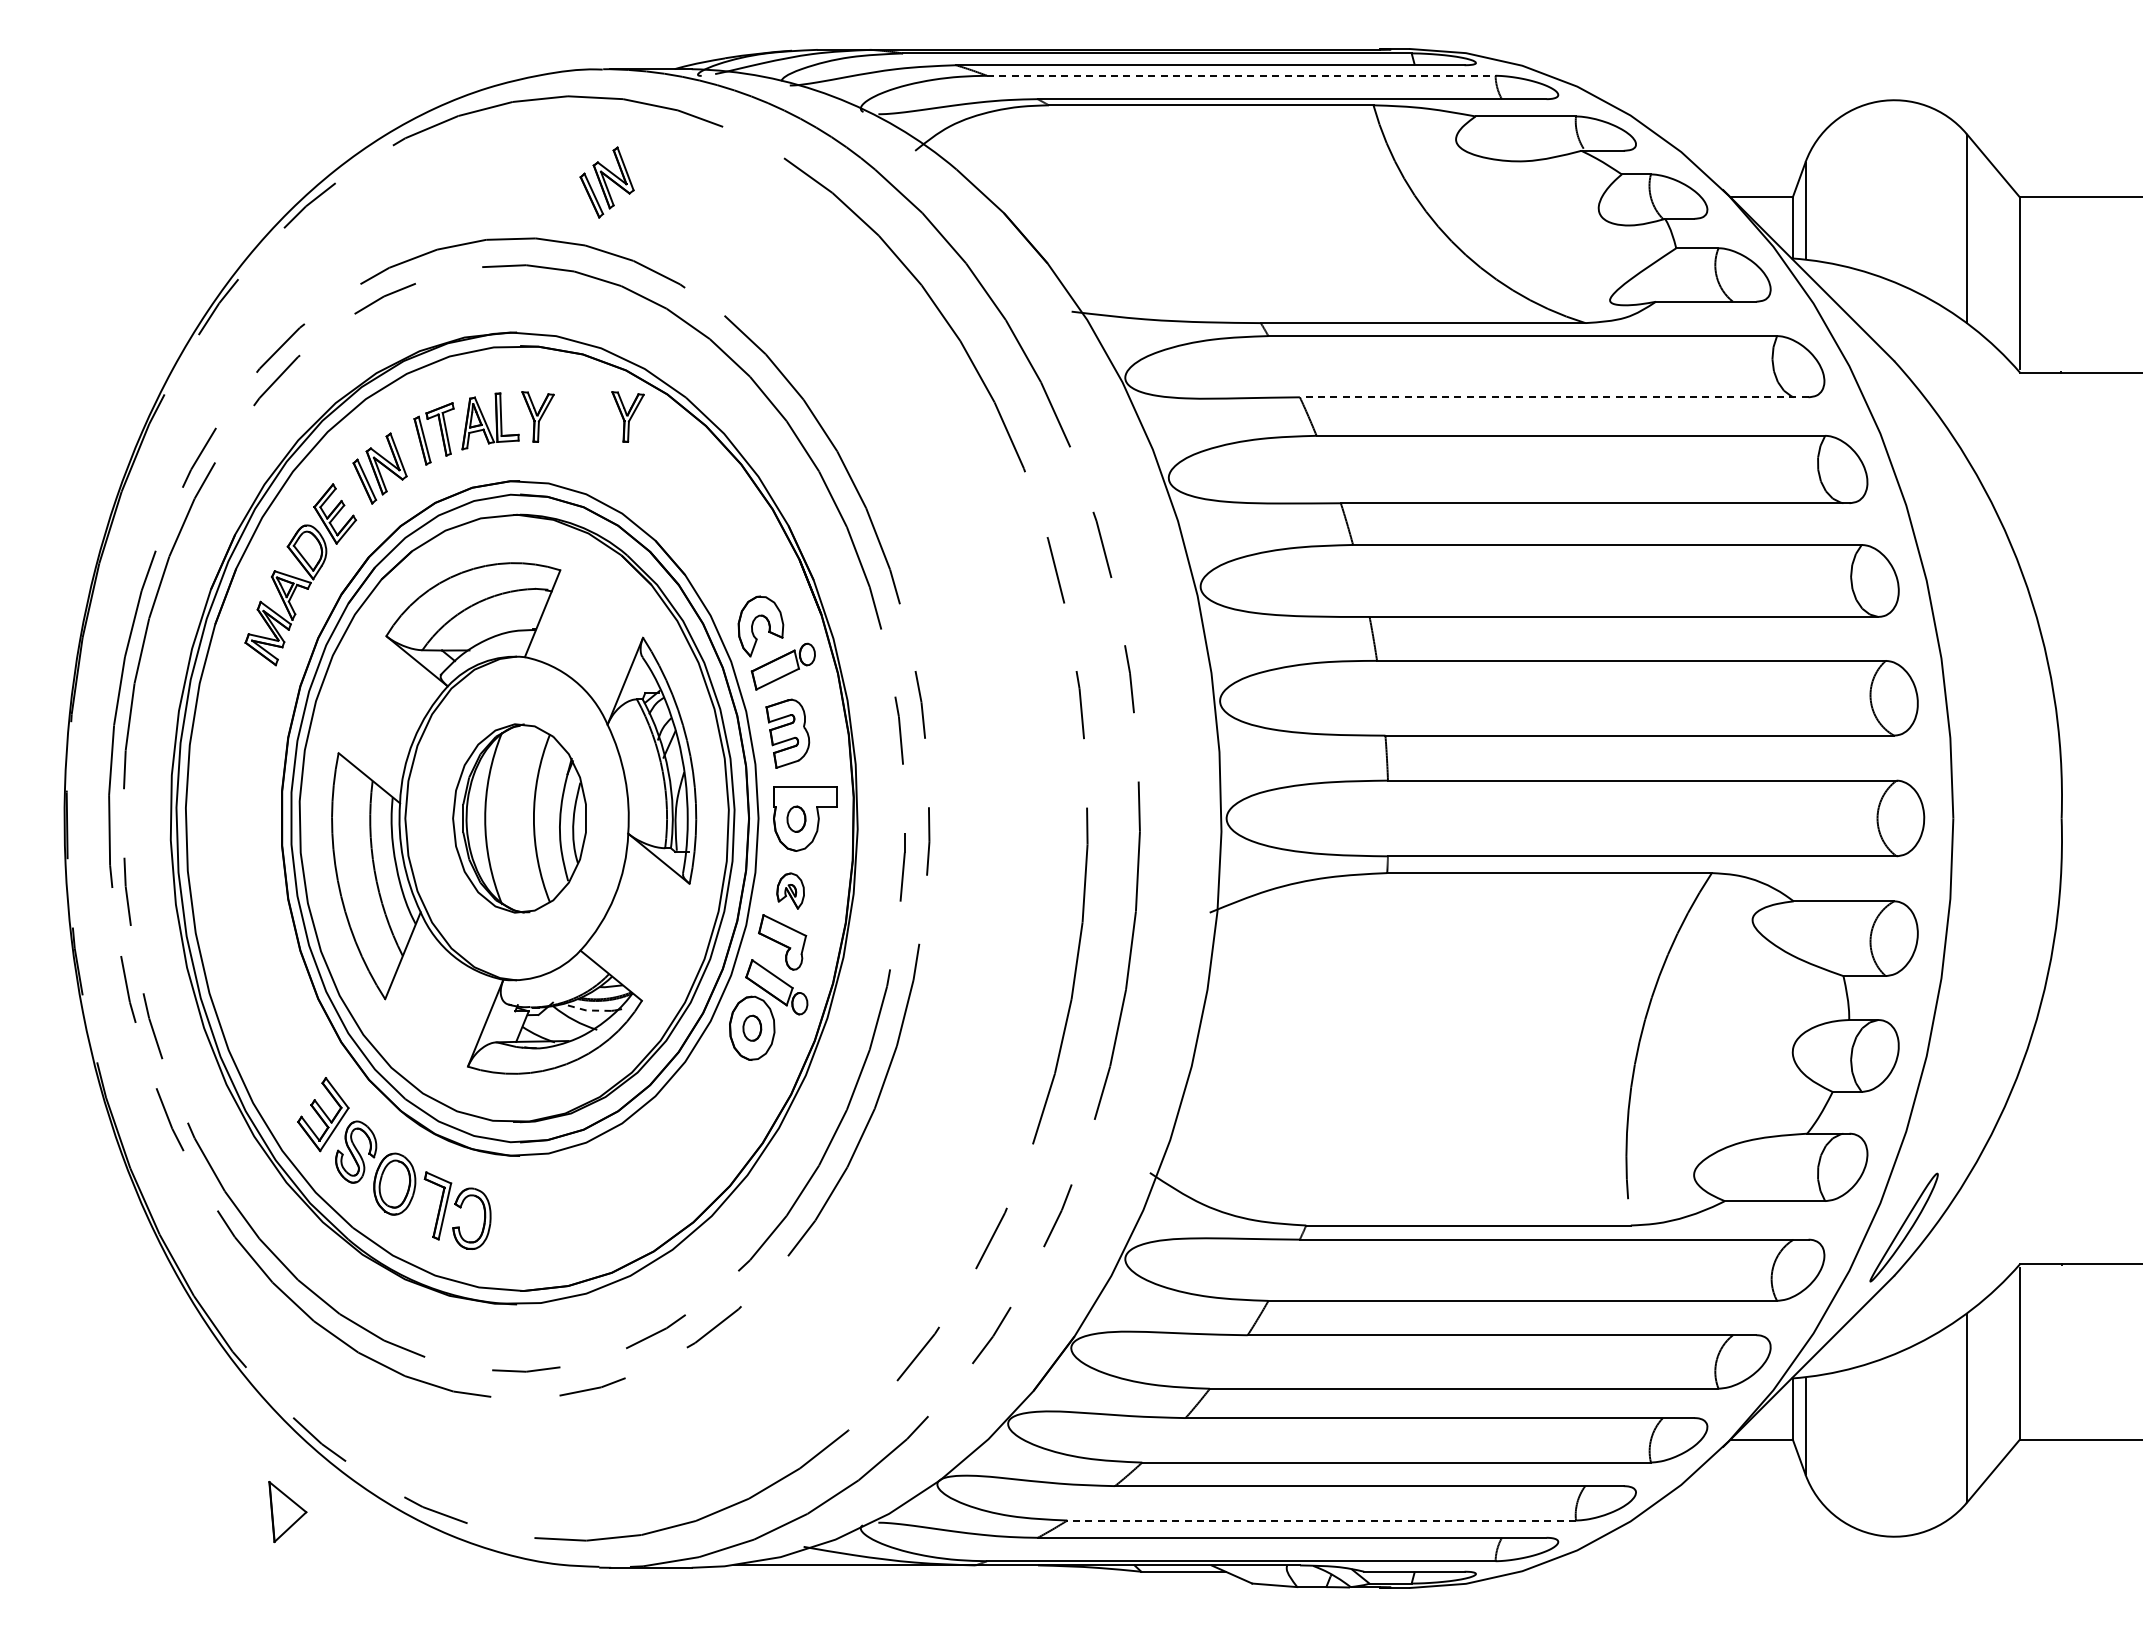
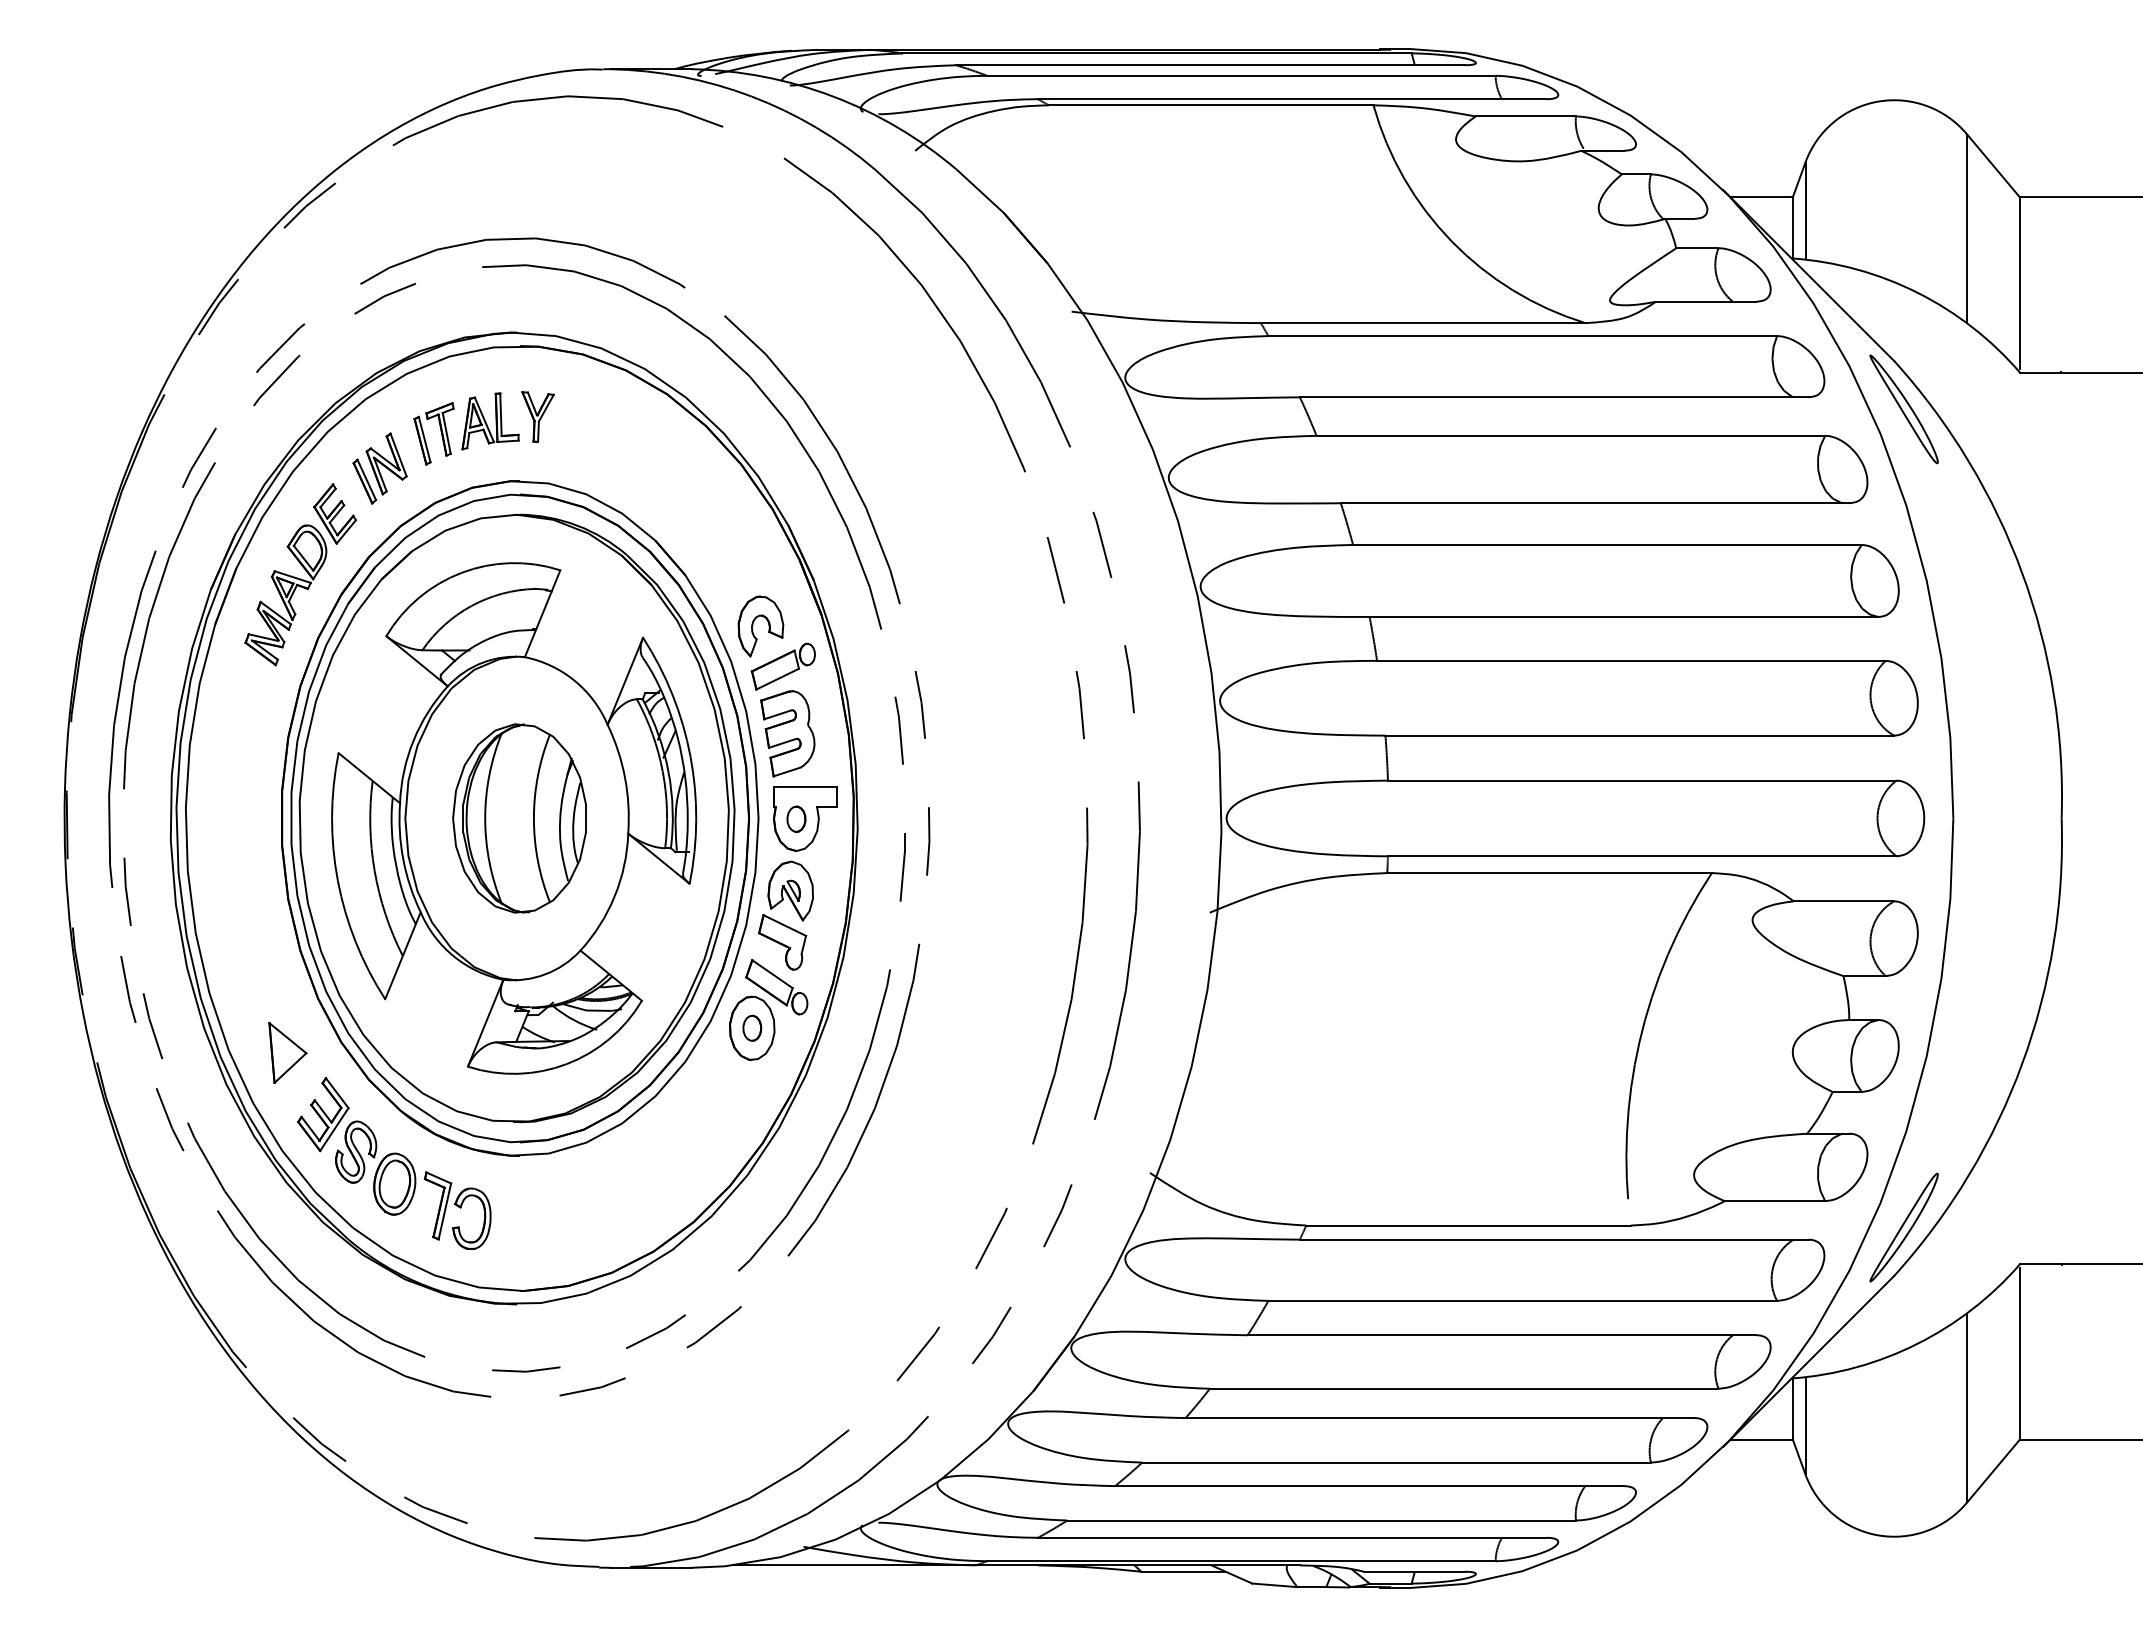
line at (1241, 75): dashed -> solid
part at (606, 182): present -> none
line at (1553, 397): dashed -> solid
part at (1903, 409): none -> present
part at (627, 416): present -> none
part at (787, 733) size: 46x71 px -> 56x88 px
part at (790, 890) size: 29x38 px -> 47x62 px
line at (586, 1010): dashed -> solid
part at (287, 1512) position: (287, 1512) -> (287, 1053)
line at (1321, 1520): dashed -> solid
